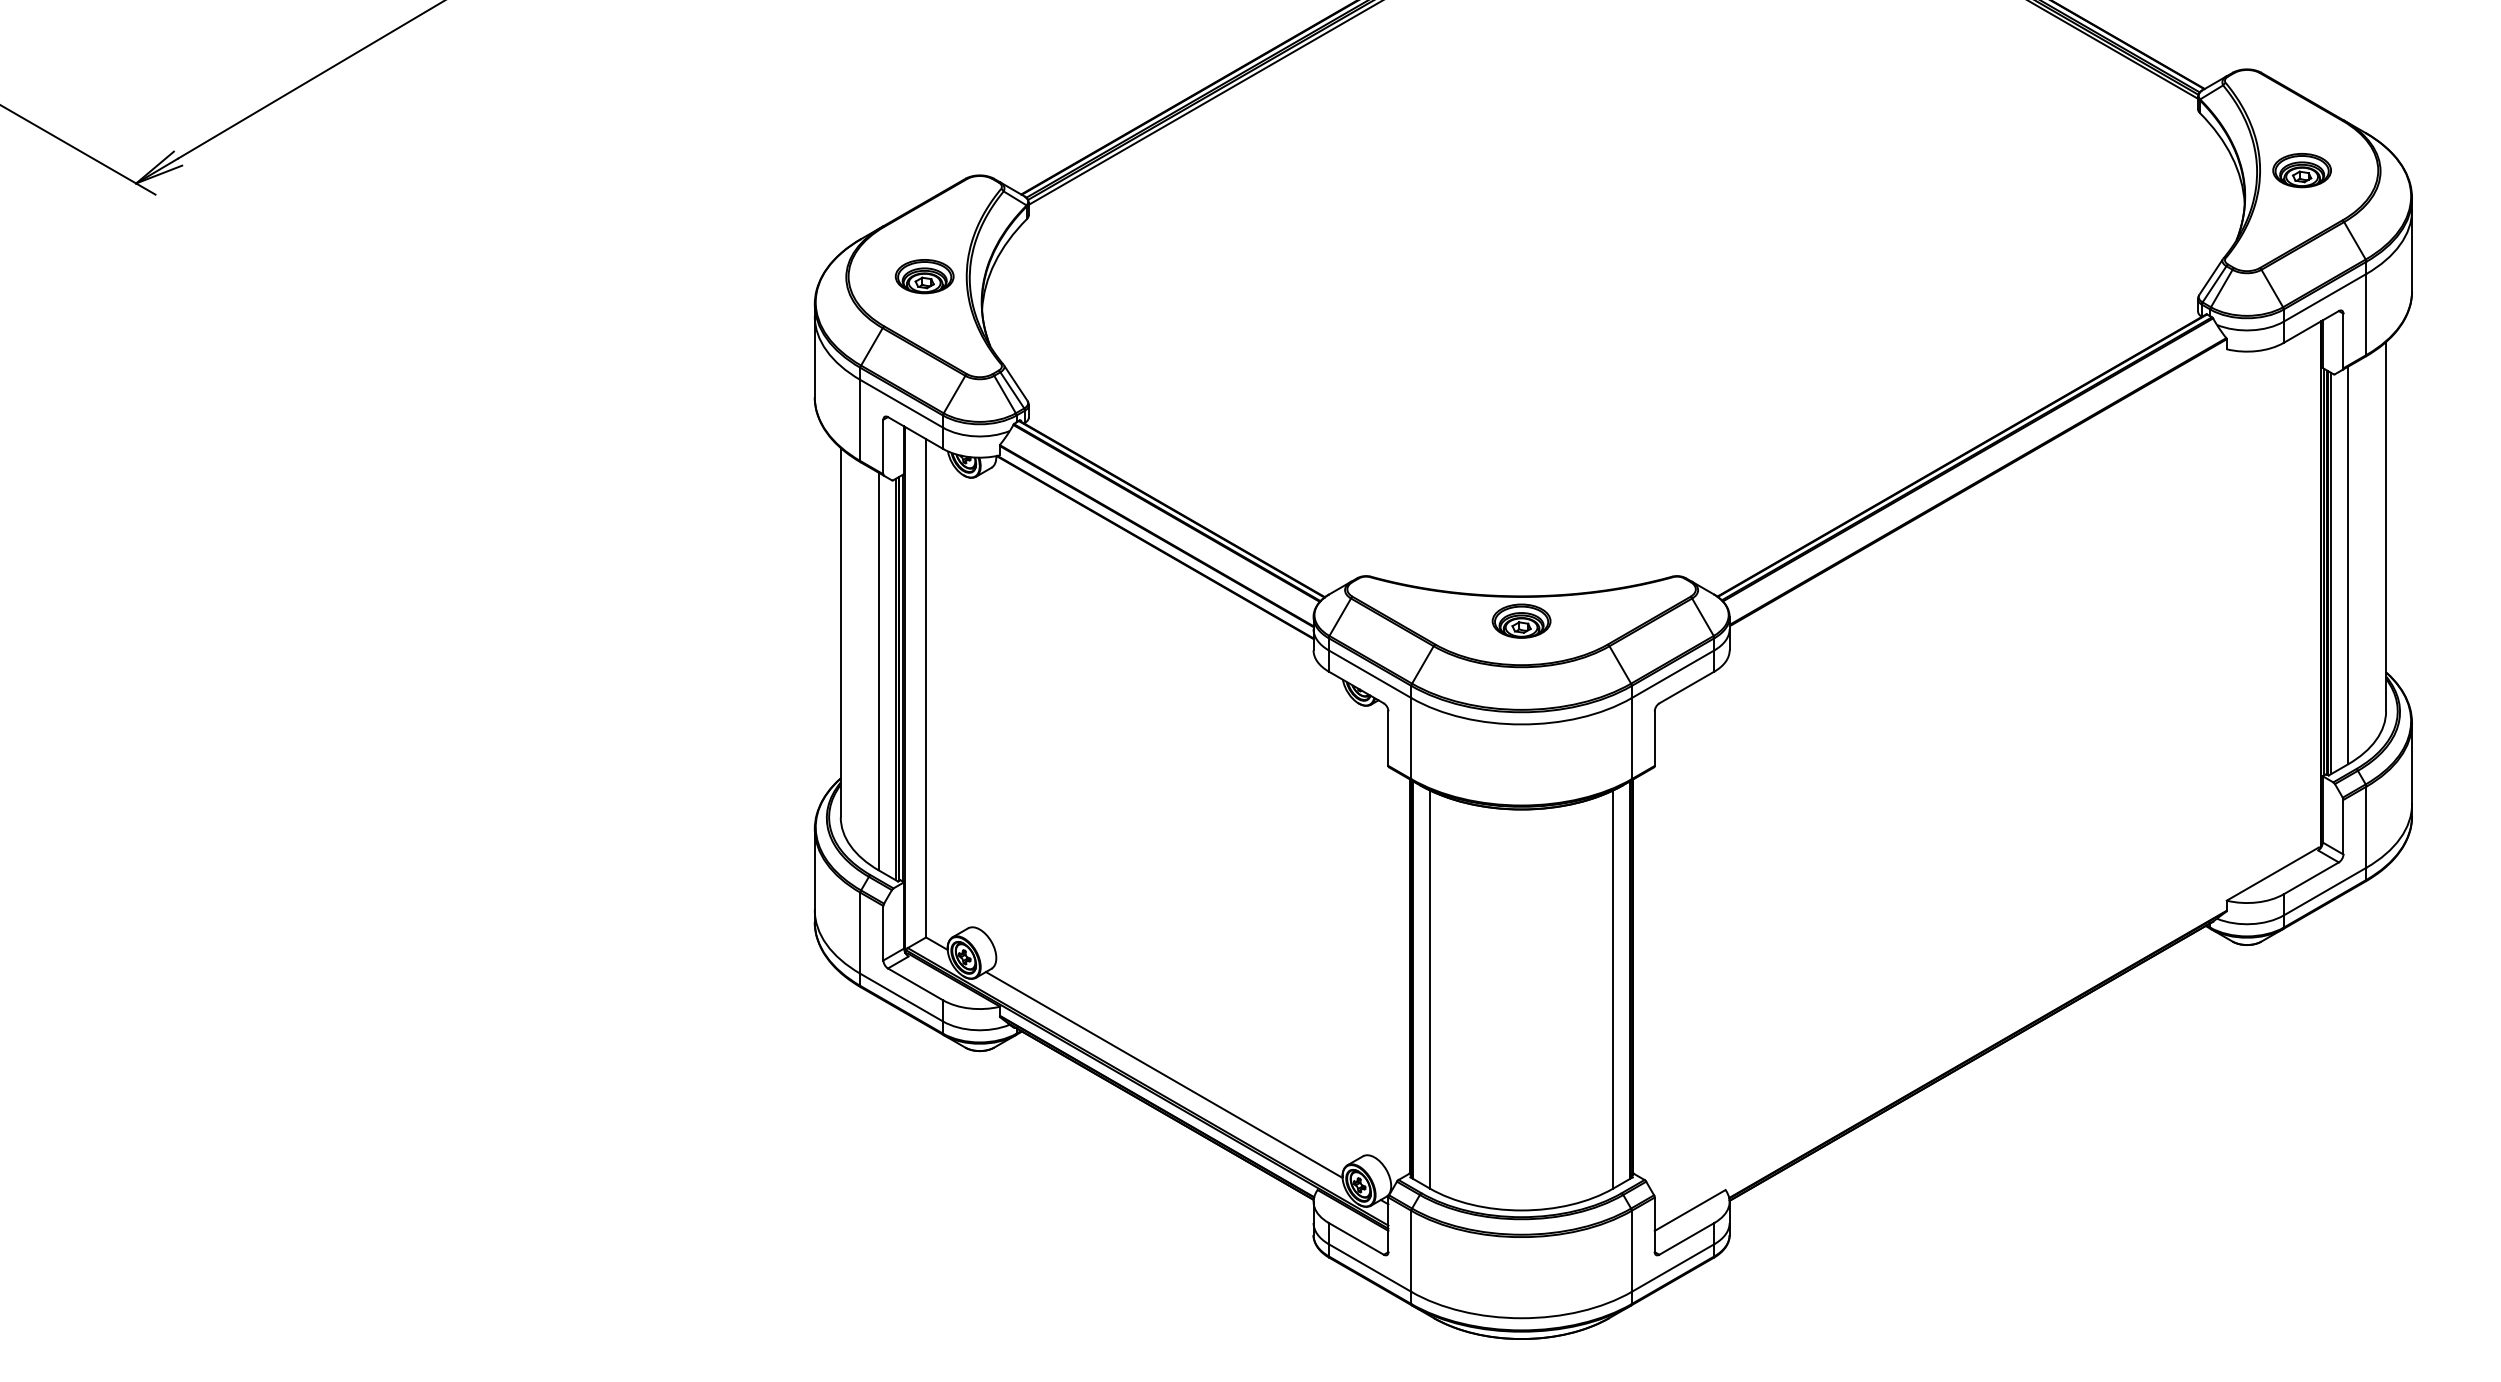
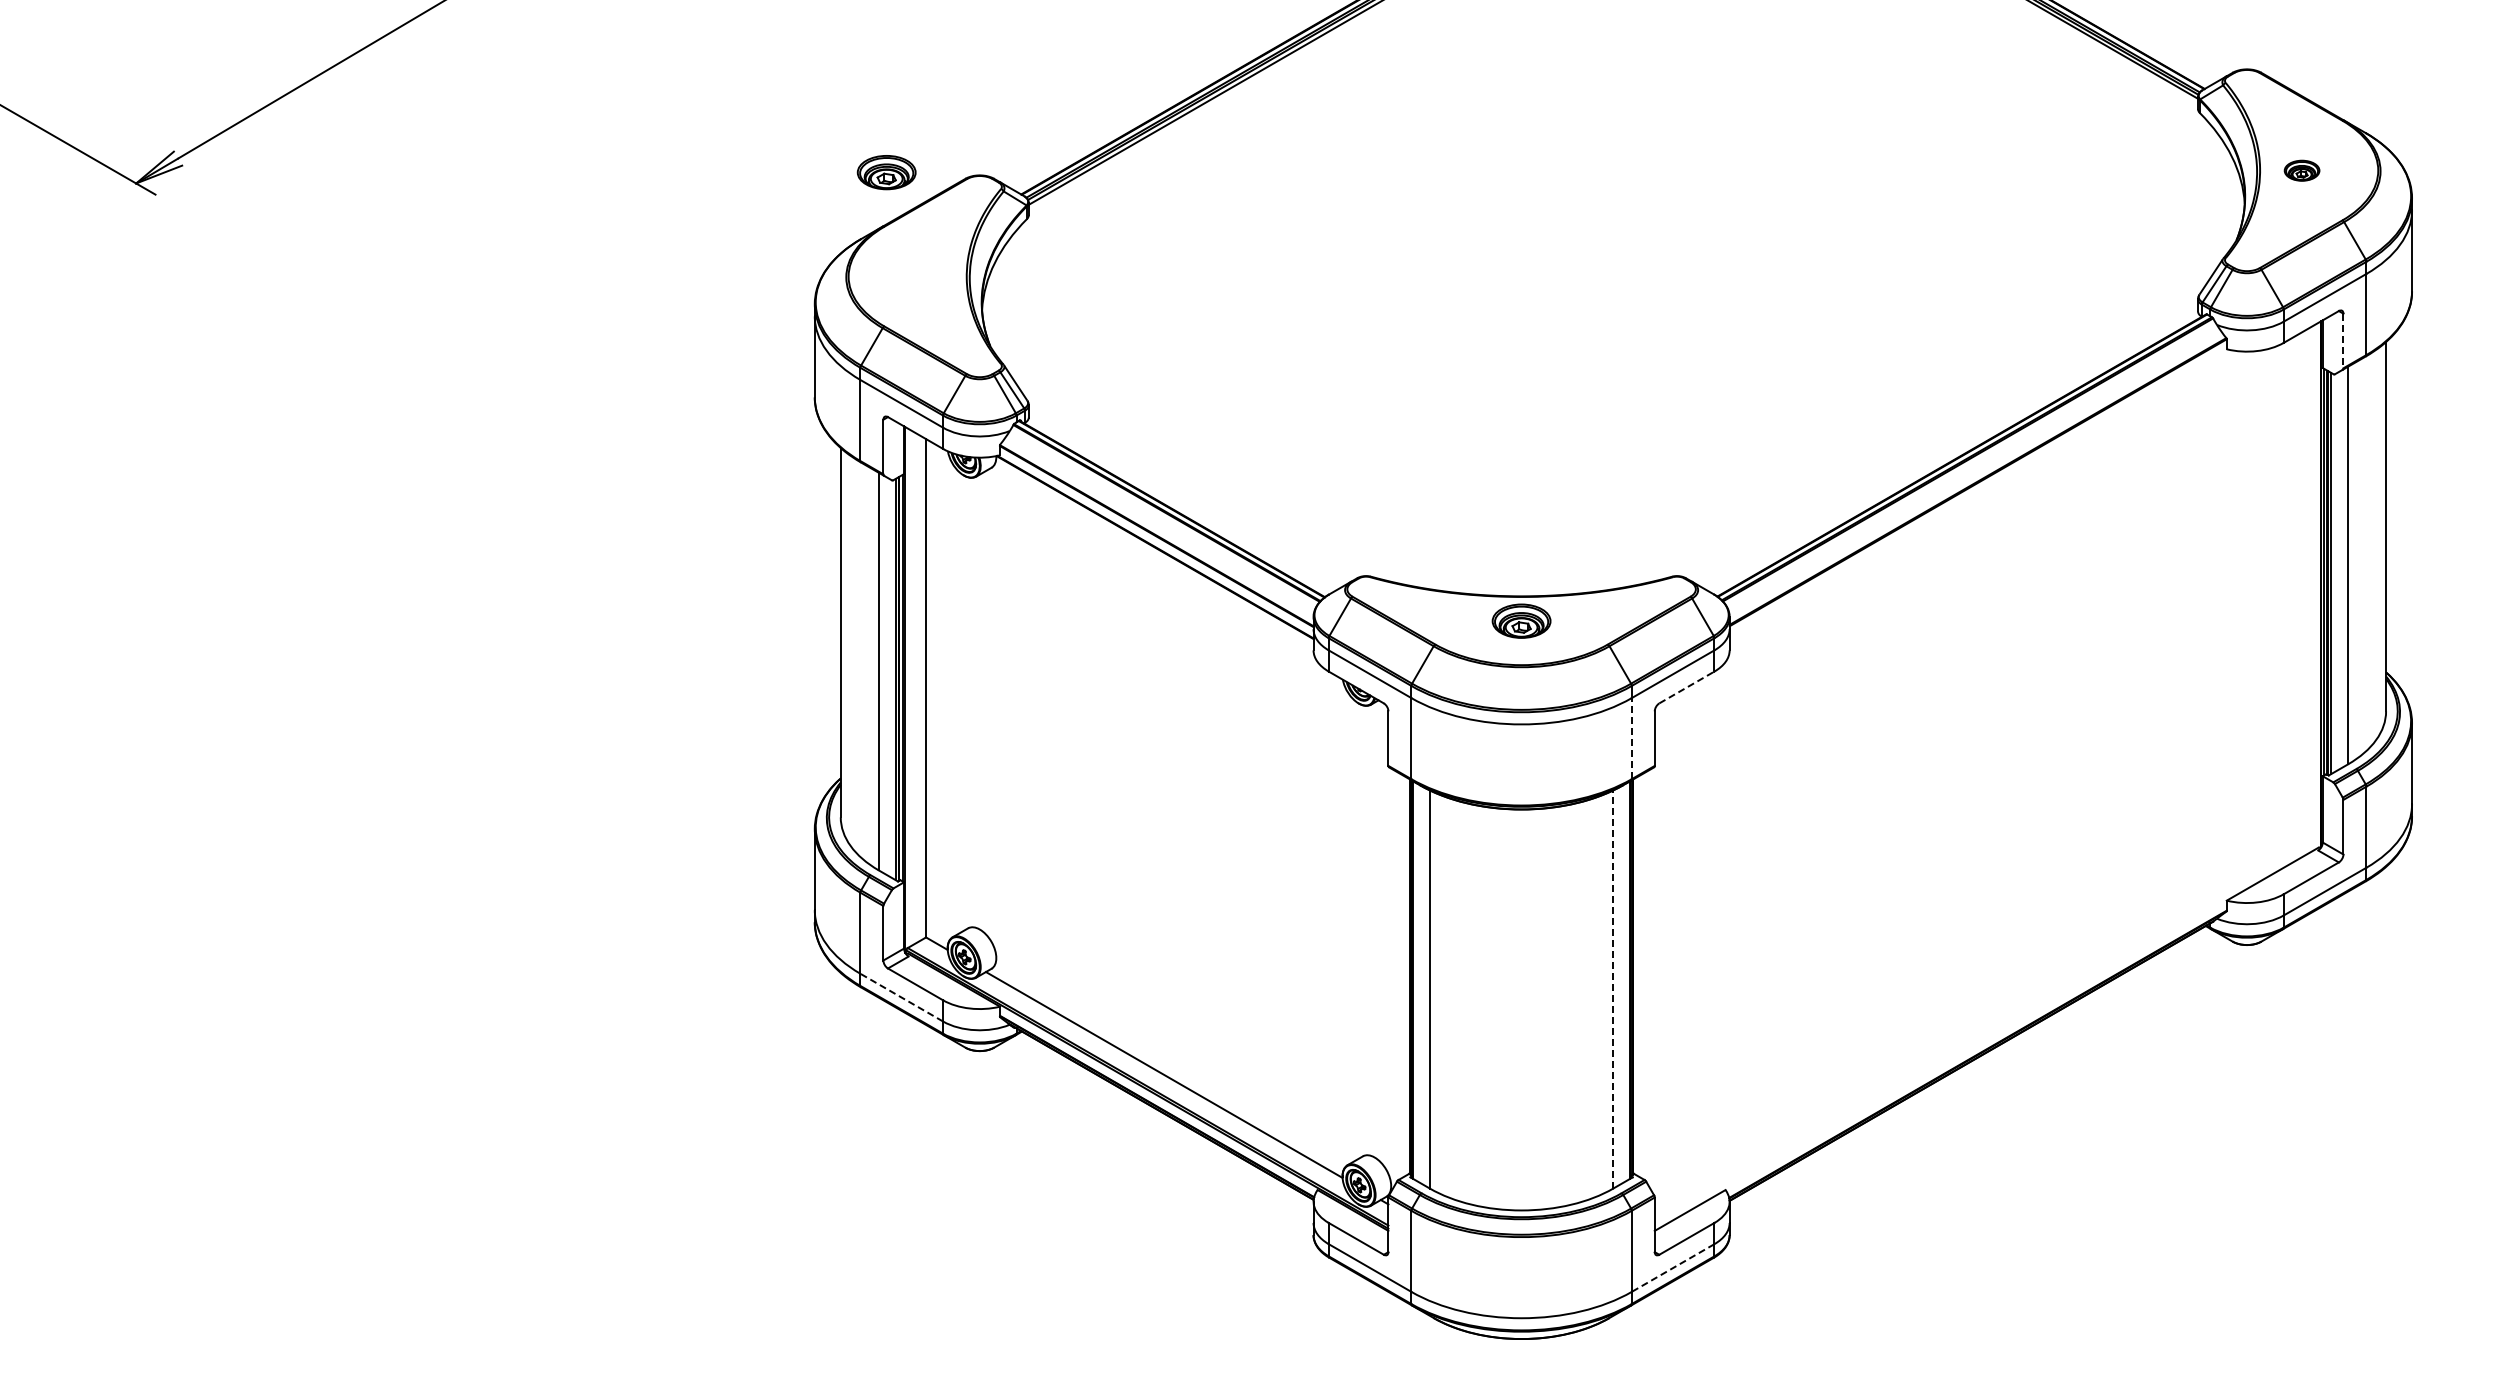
part at (2301, 170) size: 60x36 px -> 38x23 px
part at (924, 276) position: (924, 276) -> (886, 172)
line at (2343, 341): solid -> dashed
line at (1686, 687): solid -> dashed
line at (1631, 738): solid -> dashed
line at (1613, 988): solid -> dashed
line at (901, 997): solid -> dashed
line at (1673, 1268): solid -> dashed
